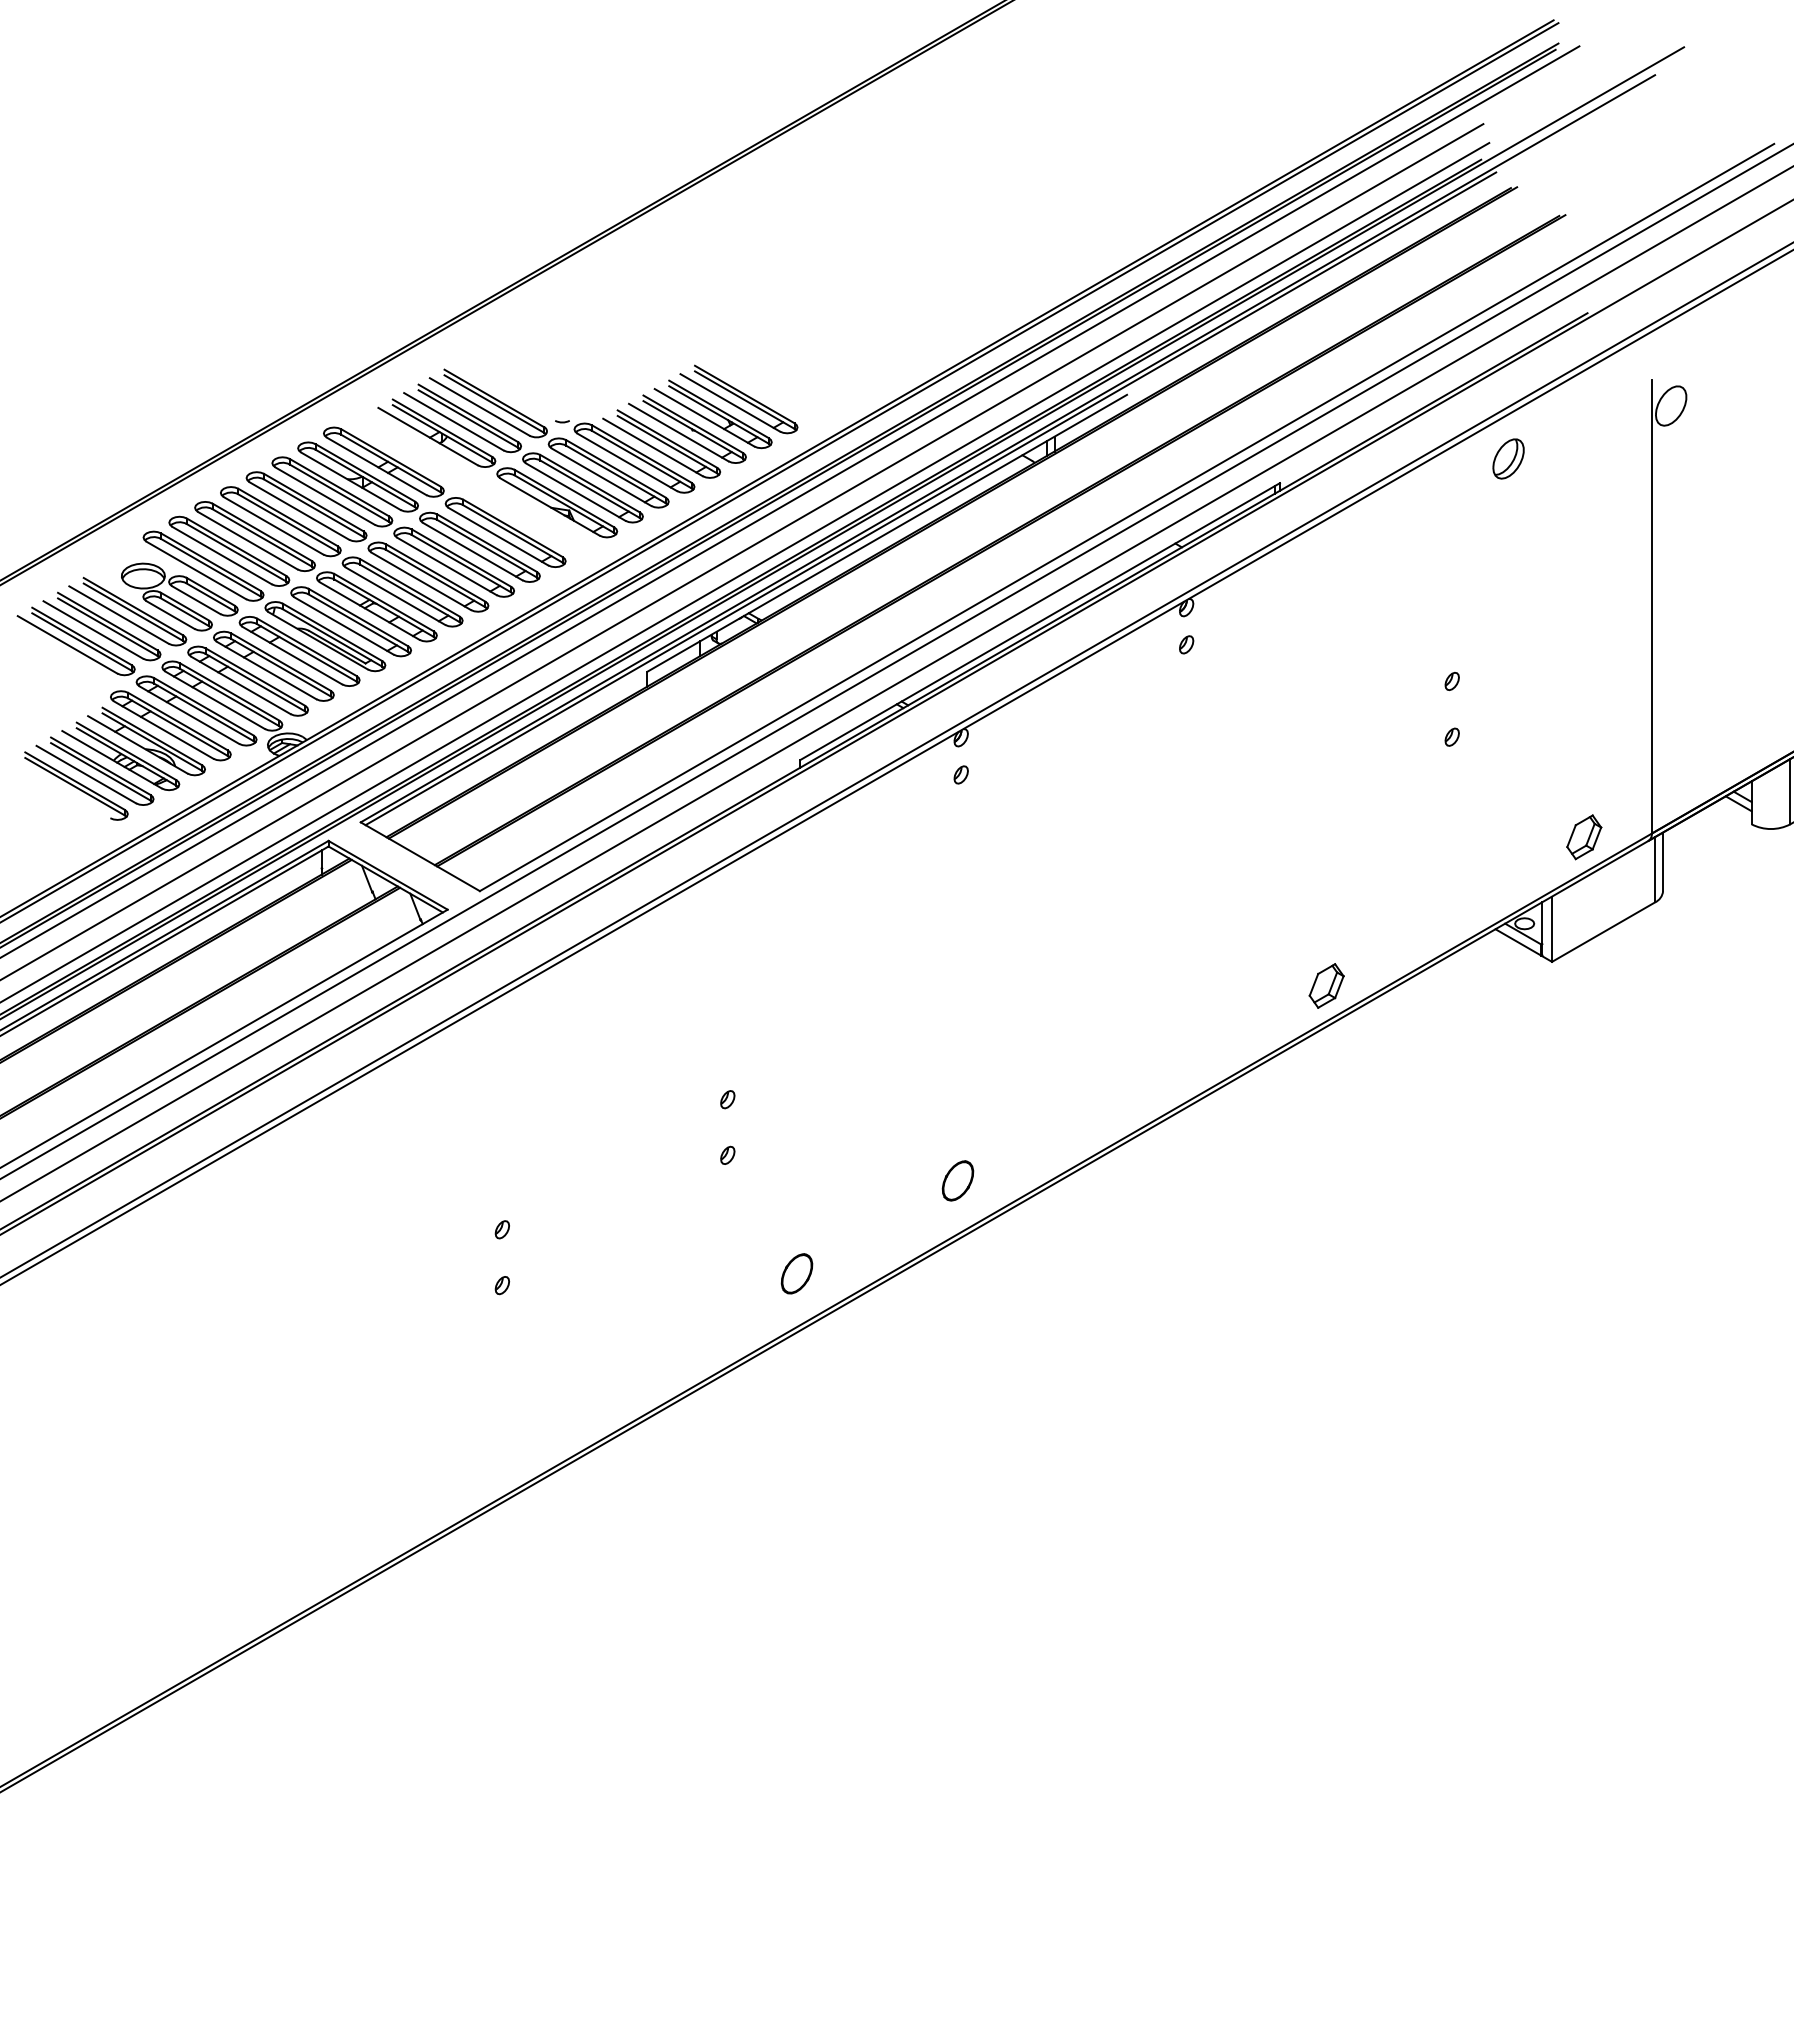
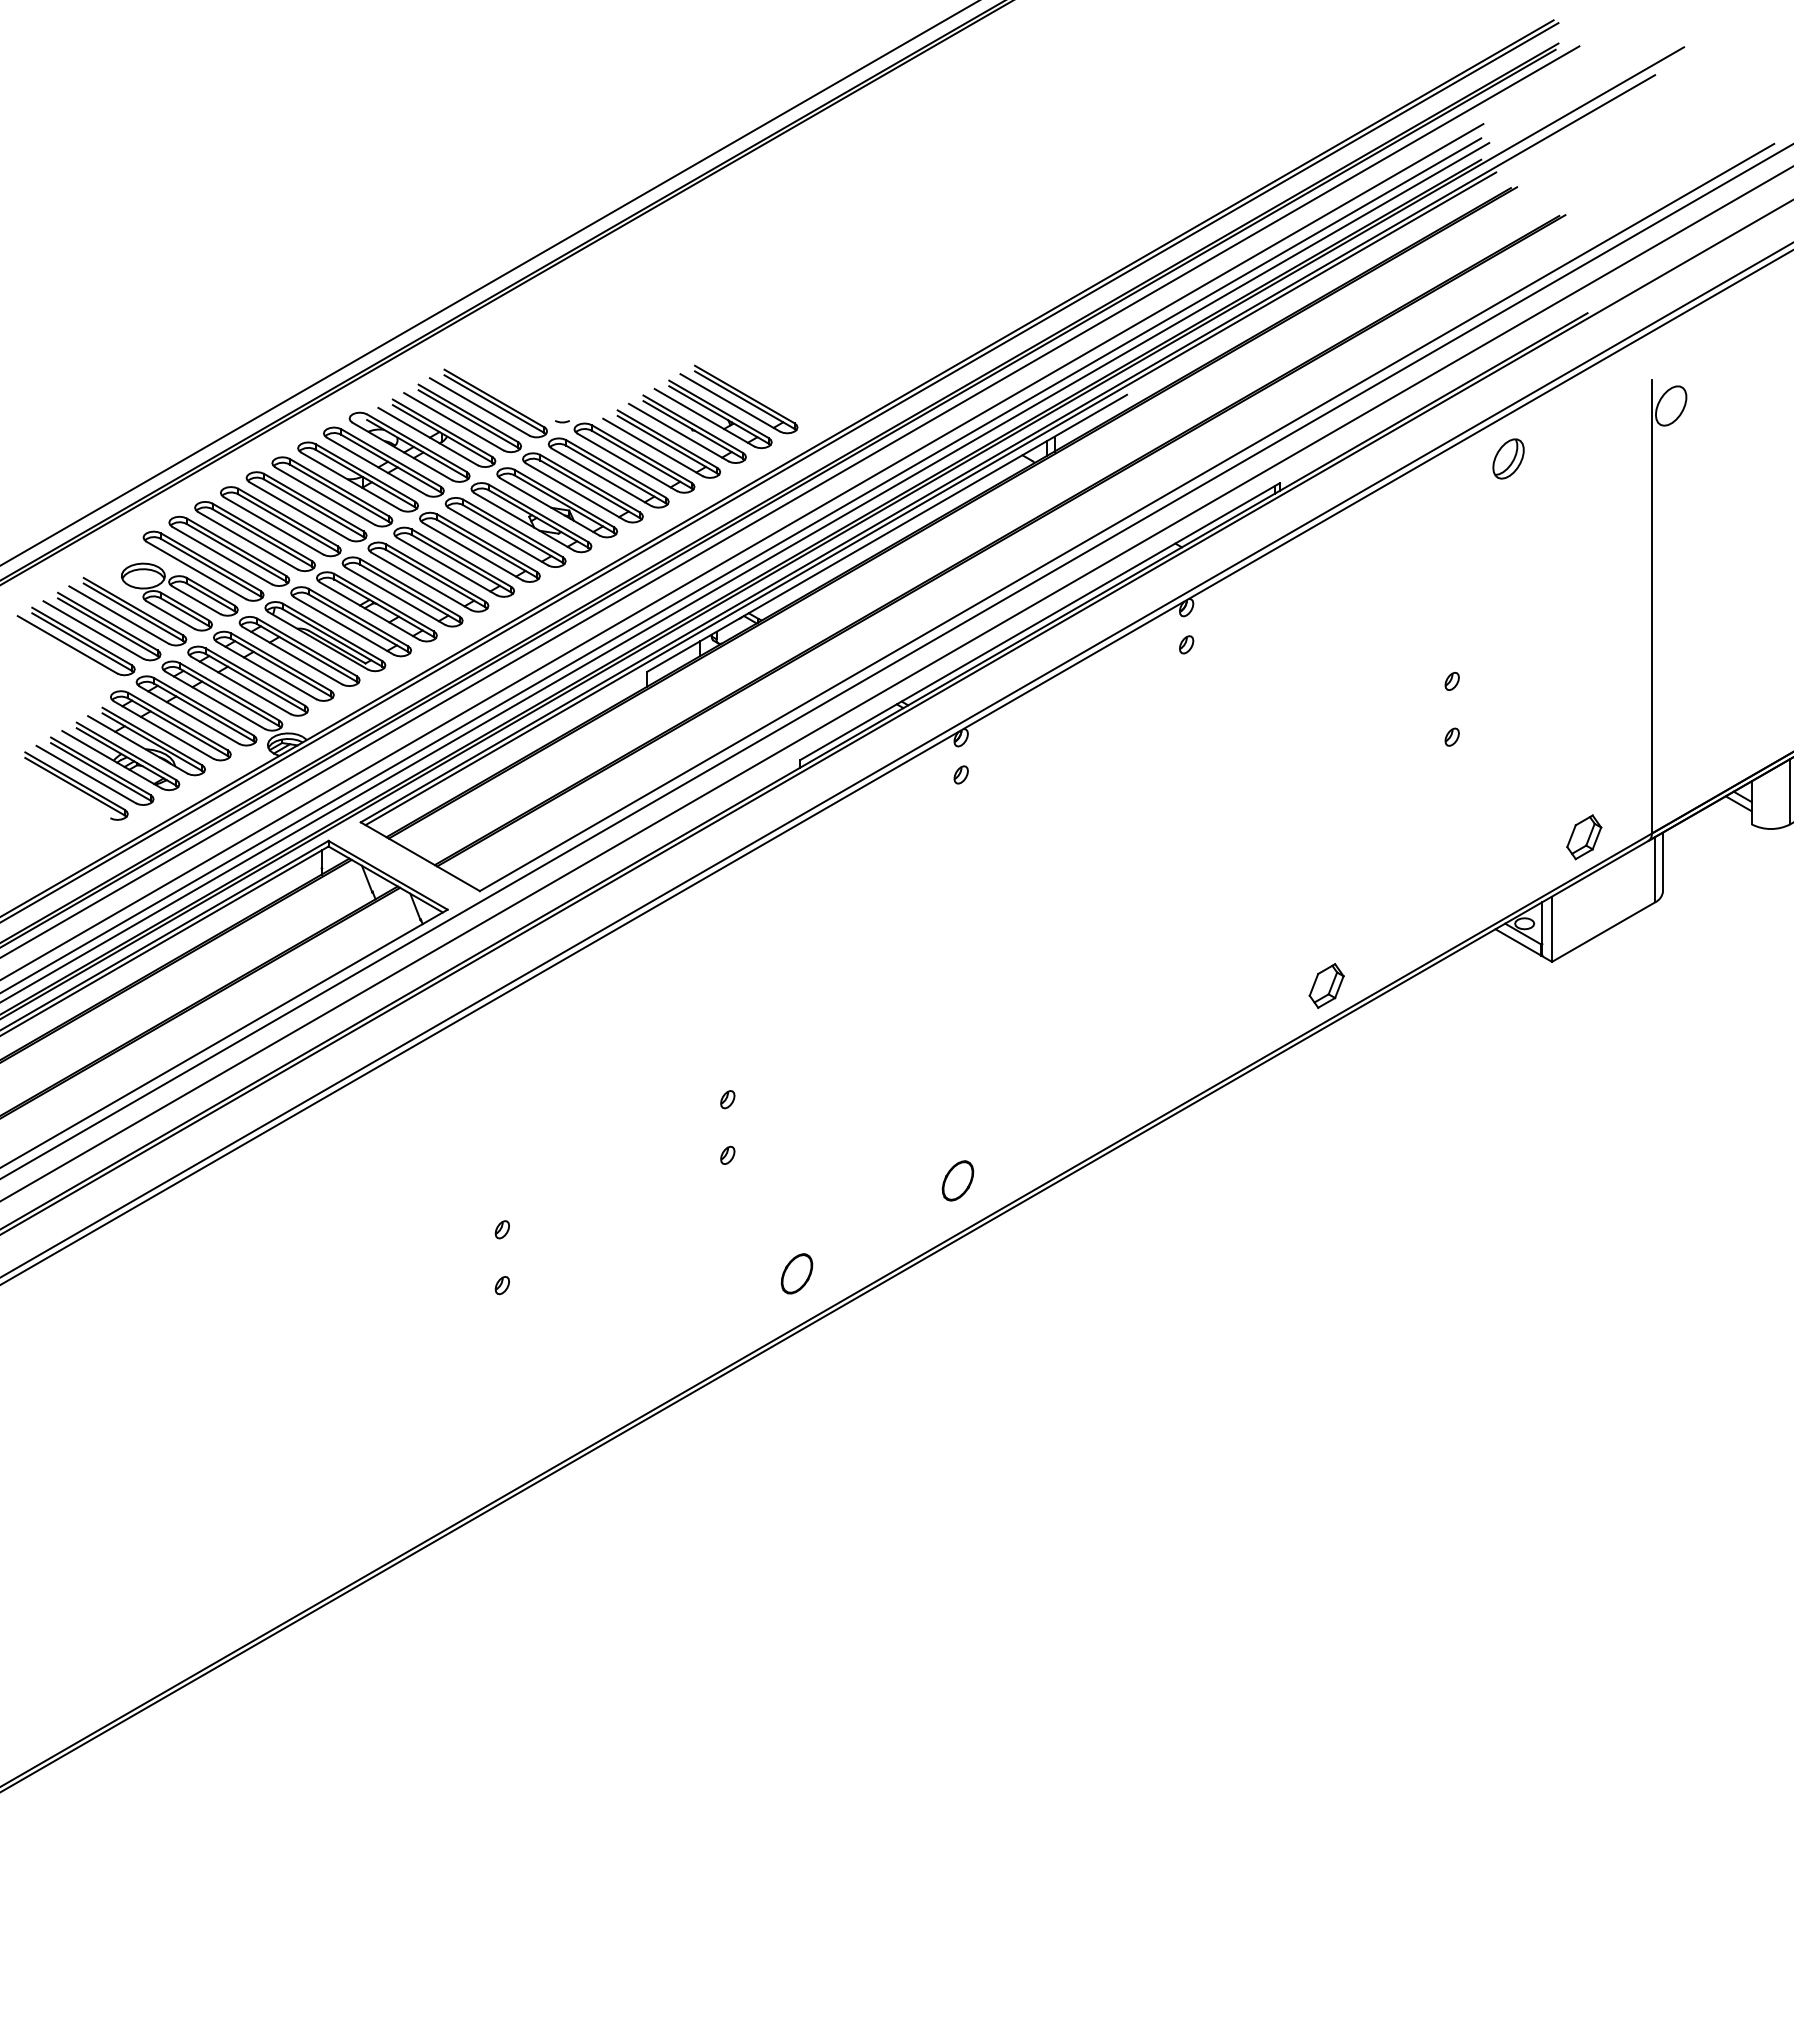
line at (489, 283): none -> present
part at (470, 482): none -> present
line at (741, 565): none -> present
